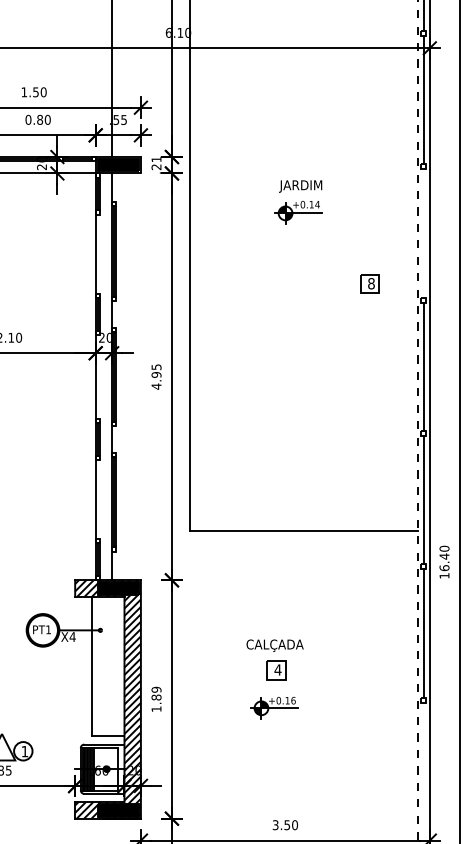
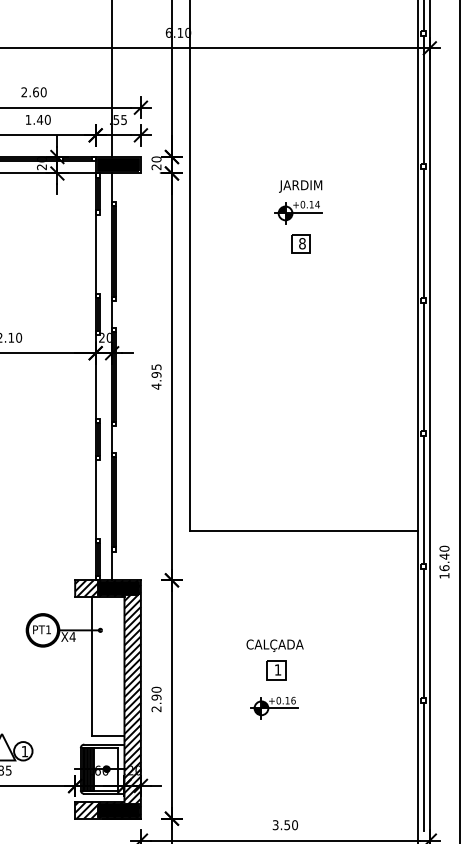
text at (29, 92): 1.50 -> 2.60
text at (34, 119): 0.80 -> 1.40
text at (156, 159): .21 -> .20
line at (423, 233): none -> present
part at (369, 283) position: (369, 283) -> (300, 243)
line at (417, 421): dashed -> solid
text at (277, 669): 4 -> 1
text at (156, 699): 1.89 -> 2.90
line at (423, 766): none -> present
